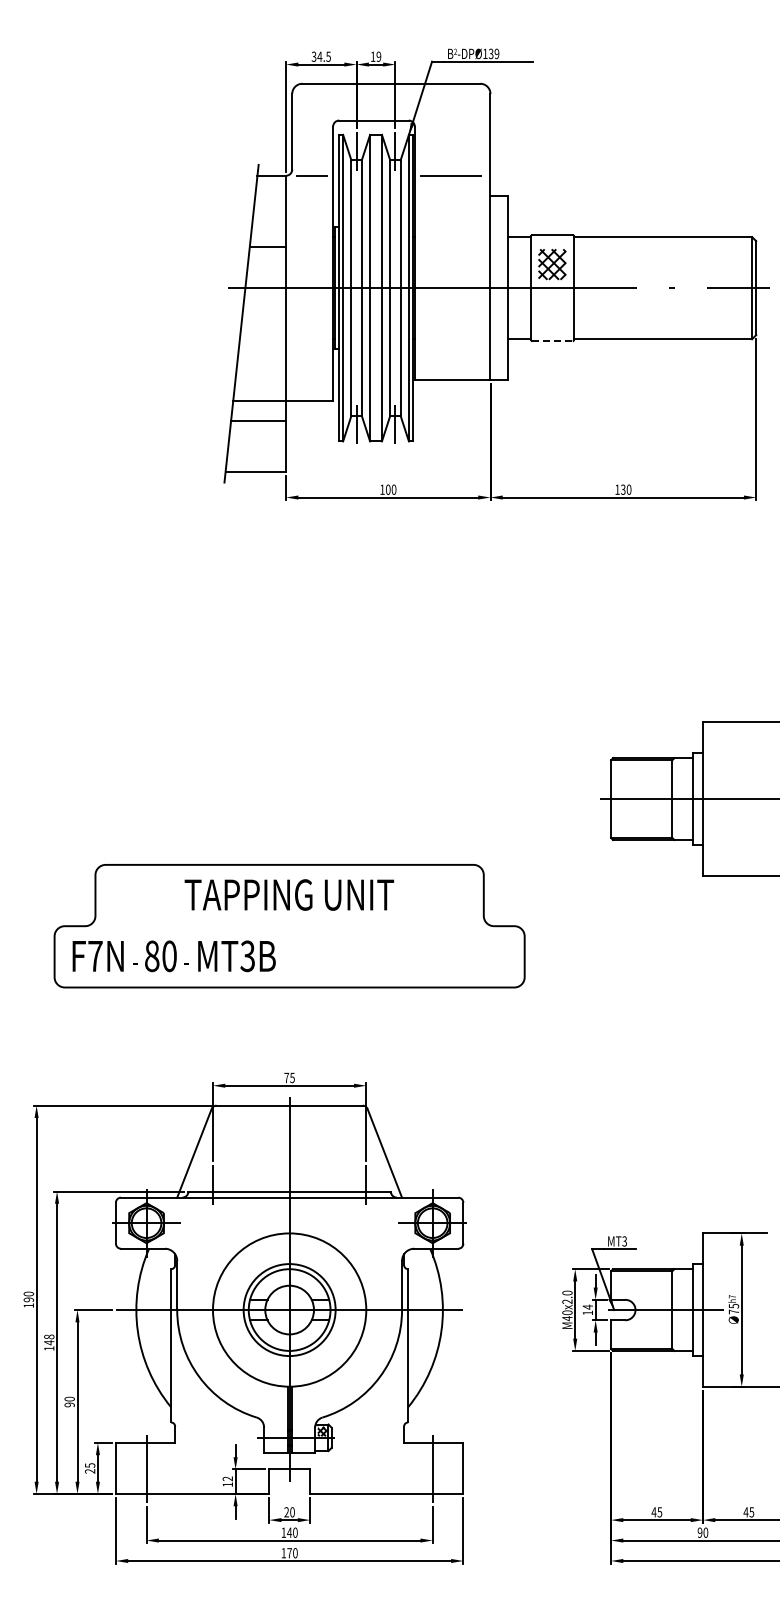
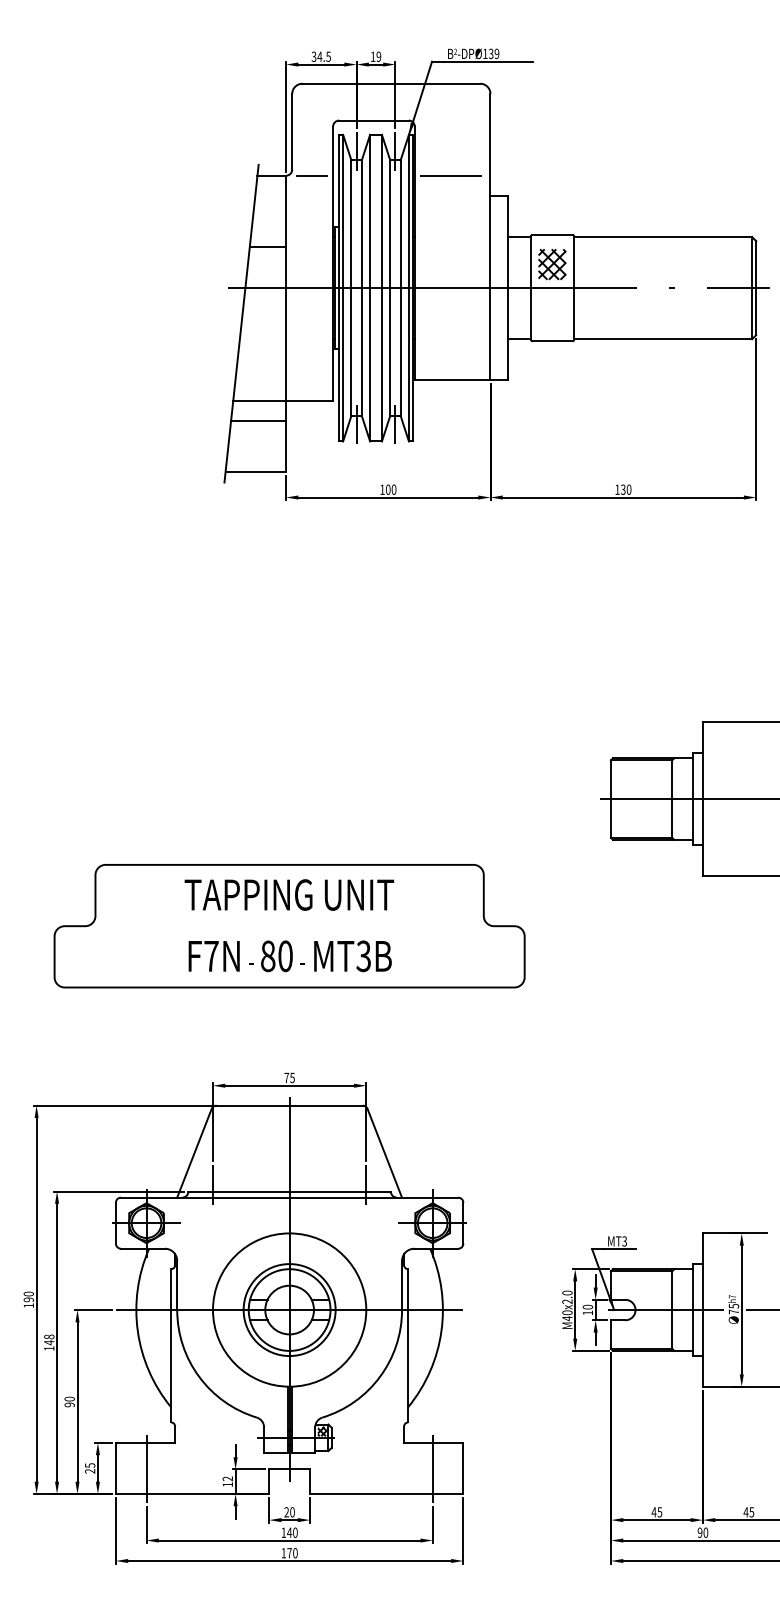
line at (553, 341): dashed -> solid
text at (173, 956) position: (173, 956) -> (289, 956)
text at (587, 1306): 14 -> 10
line at (760, 1310): none -> present
